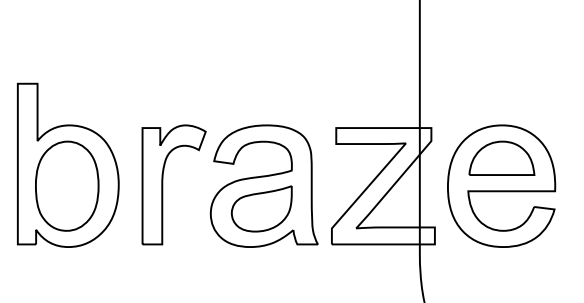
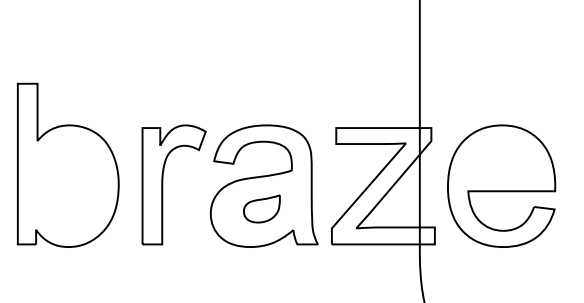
part at (501, 157): present -> none
part at (67, 185): present -> none
part at (261, 208) size: 62x48 px -> 38x30 px
